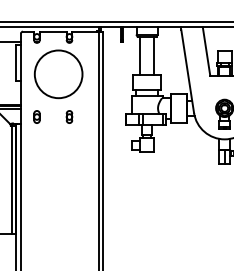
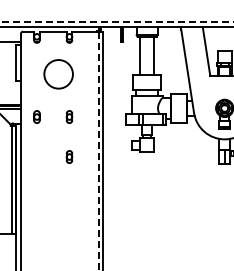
line at (117, 21): solid -> dashed
circle at (58, 74) diameter: 48 px -> 29 px
line at (98, 151): solid -> dashed
part at (69, 156): none -> present
